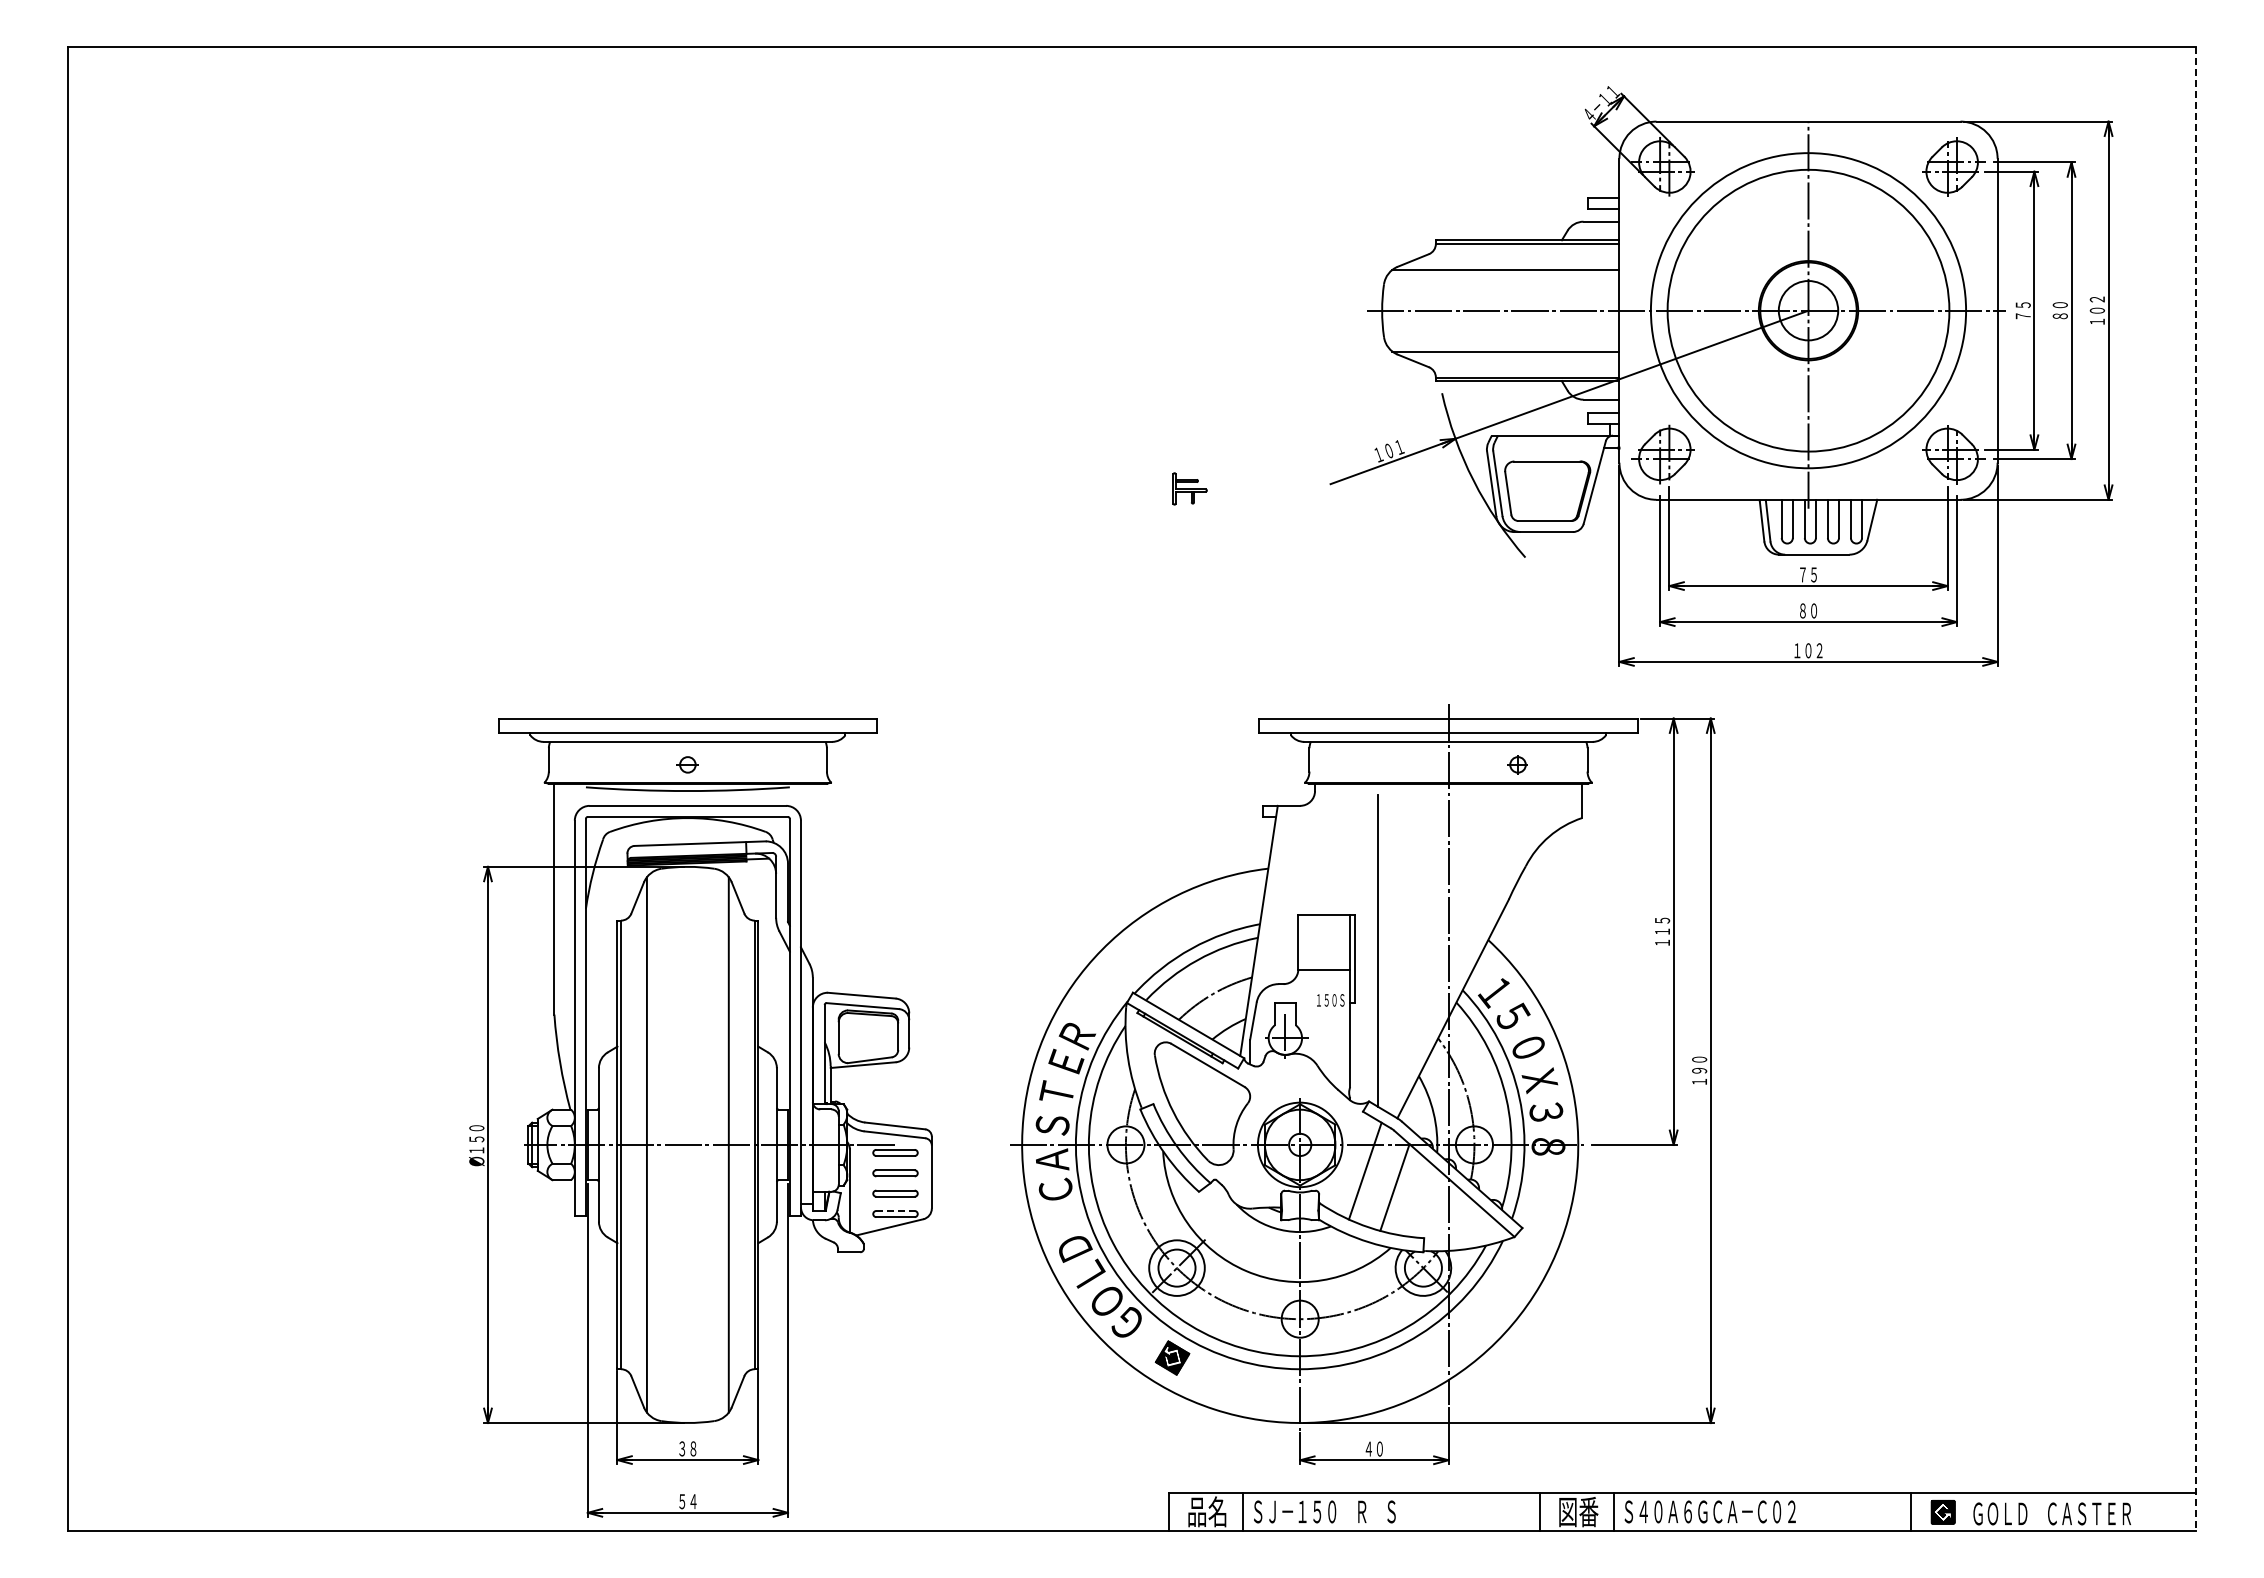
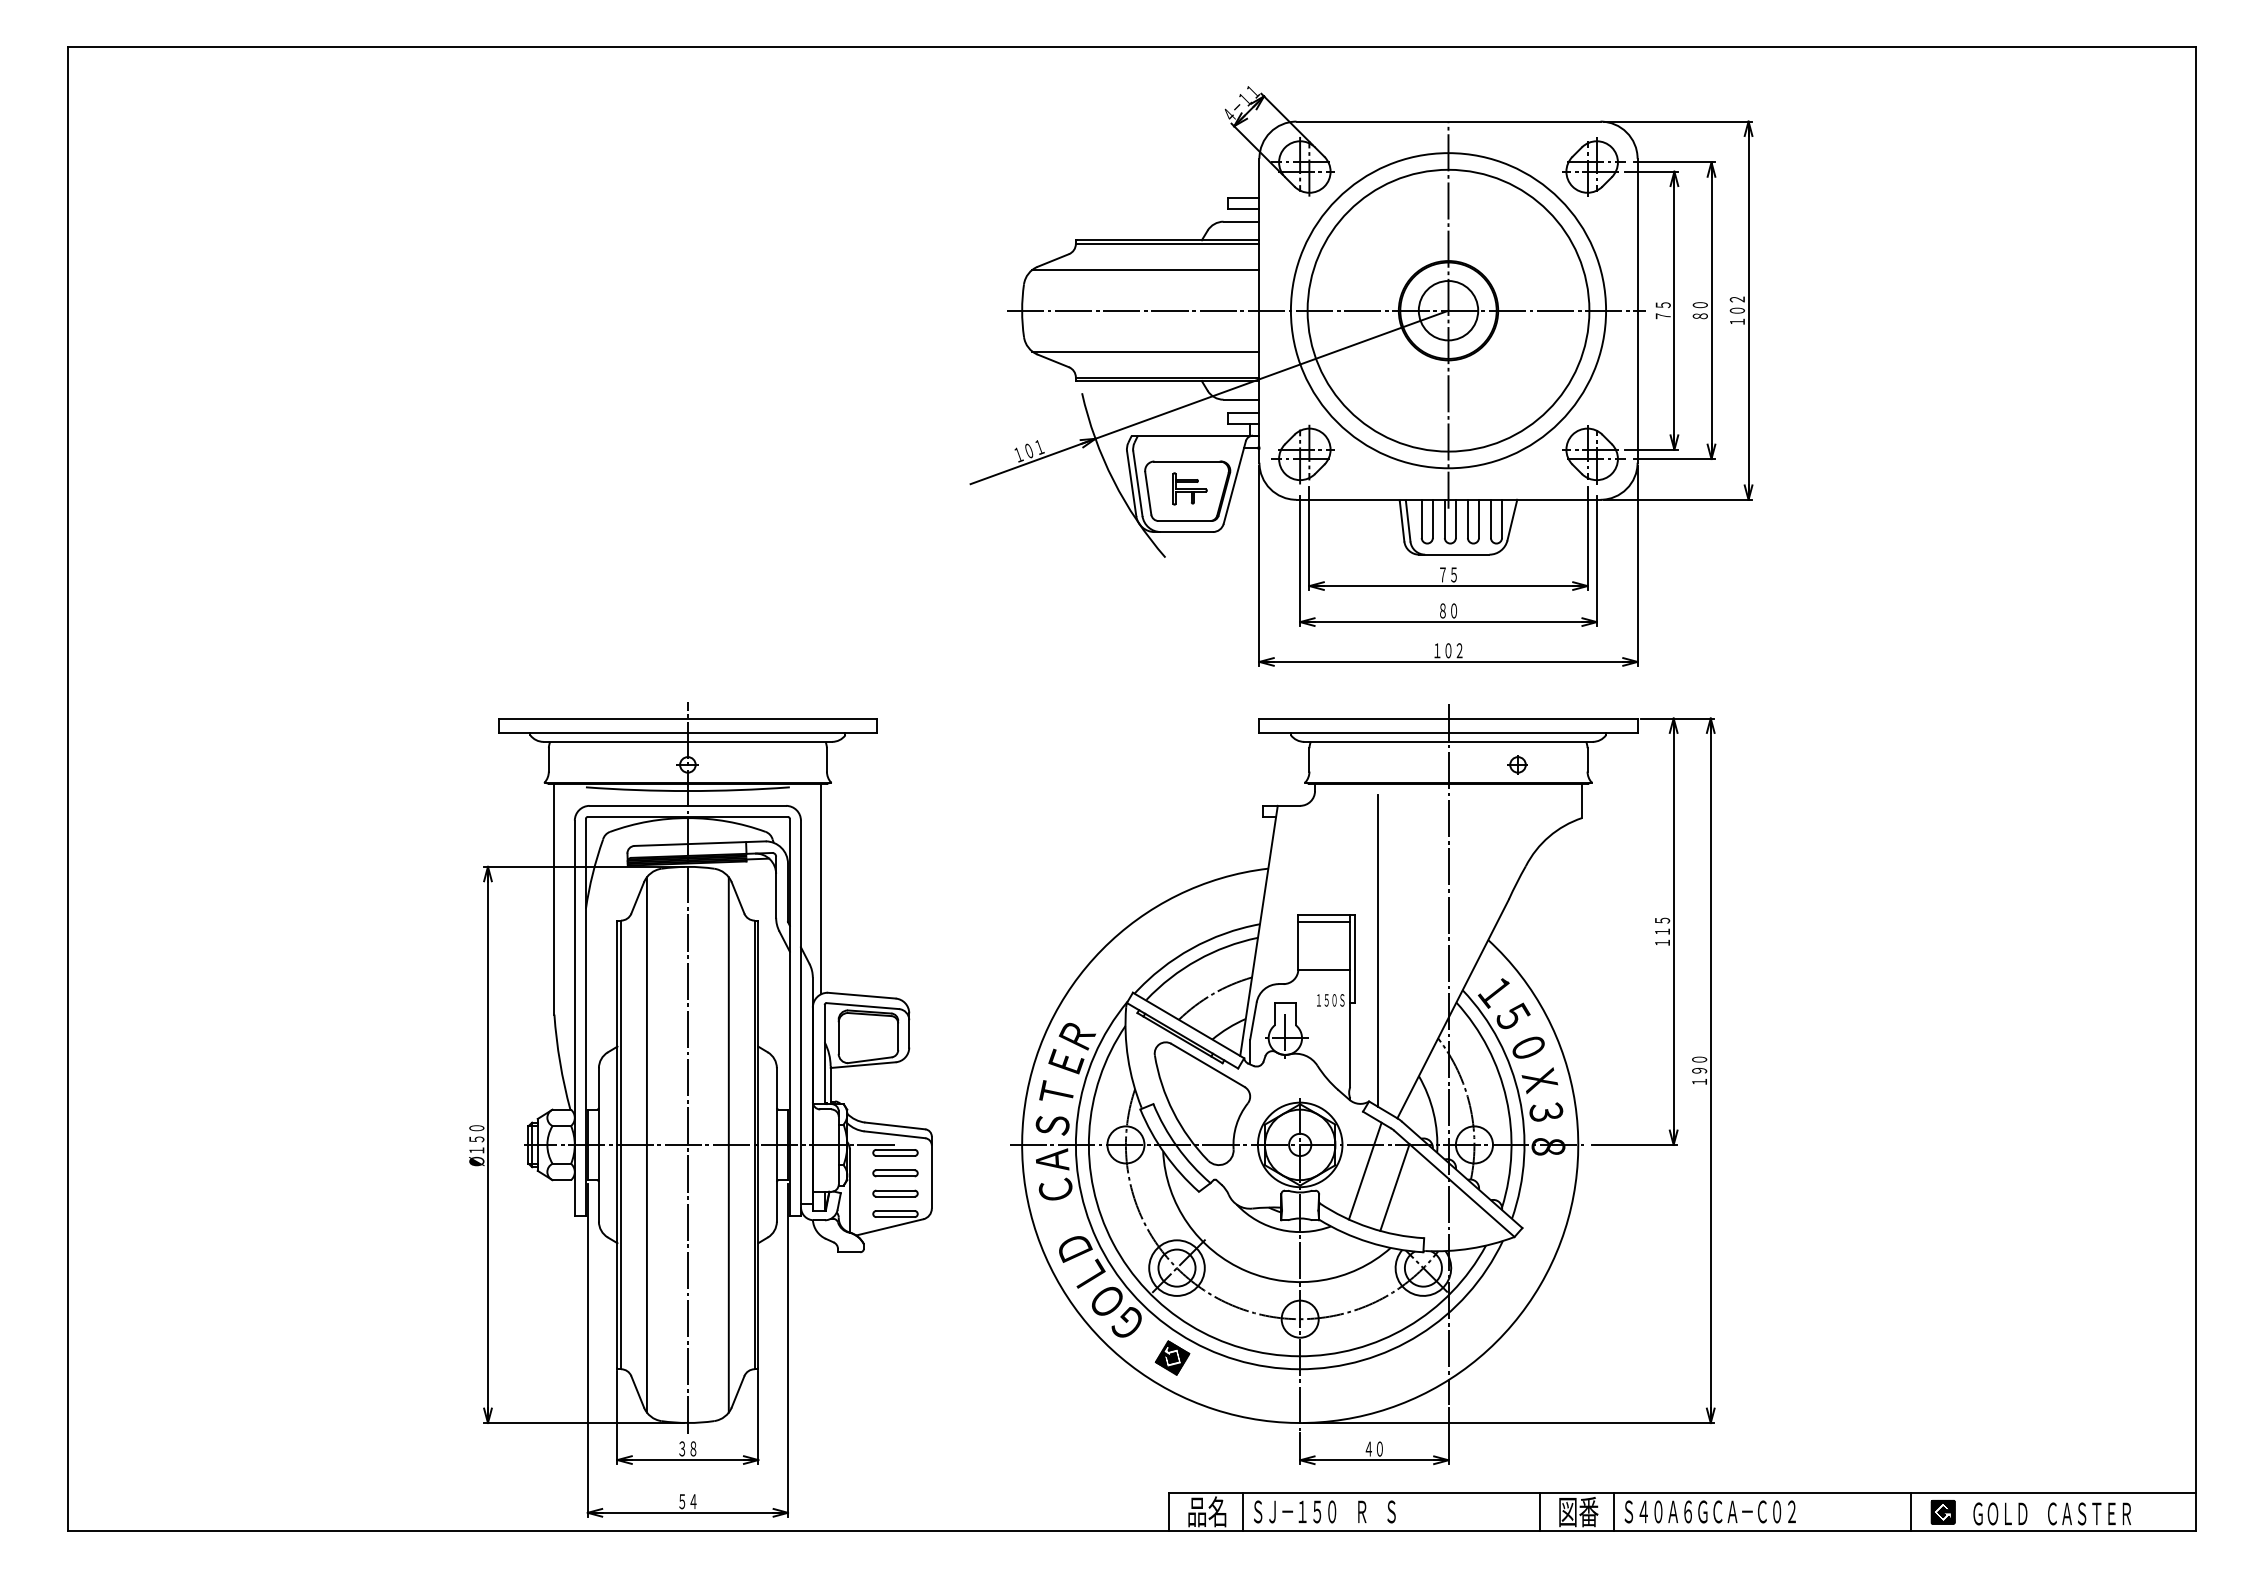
part at (1721, 376) position: (1721, 376) -> (1361, 376)
line at (2196, 788): dashed -> solid
line at (821, 888): none -> present
line at (1324, 922): none -> present
line at (687, 1067): none -> present
line at (896, 1210): dashed -> solid
